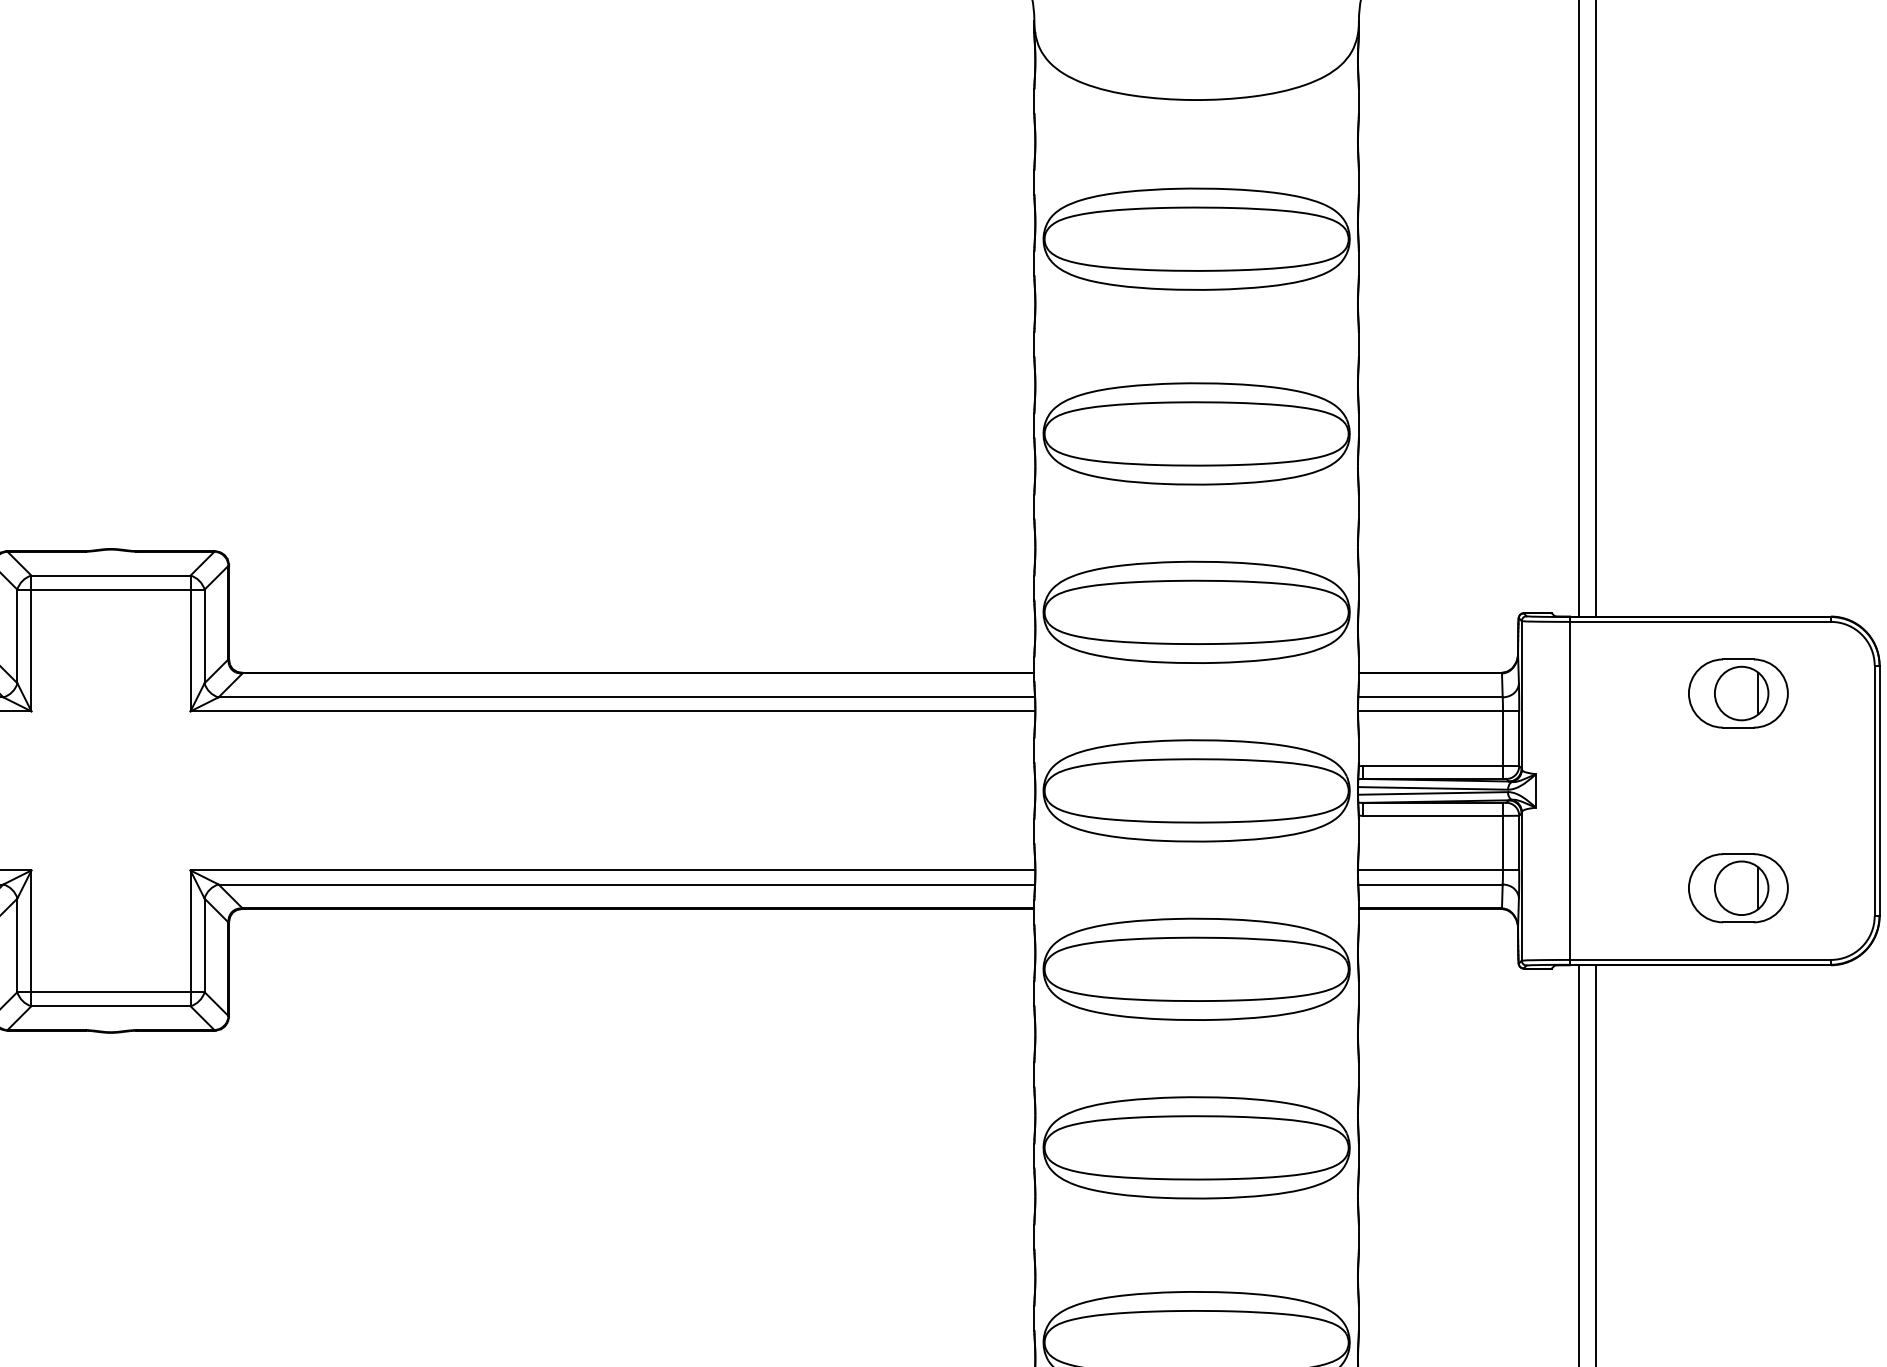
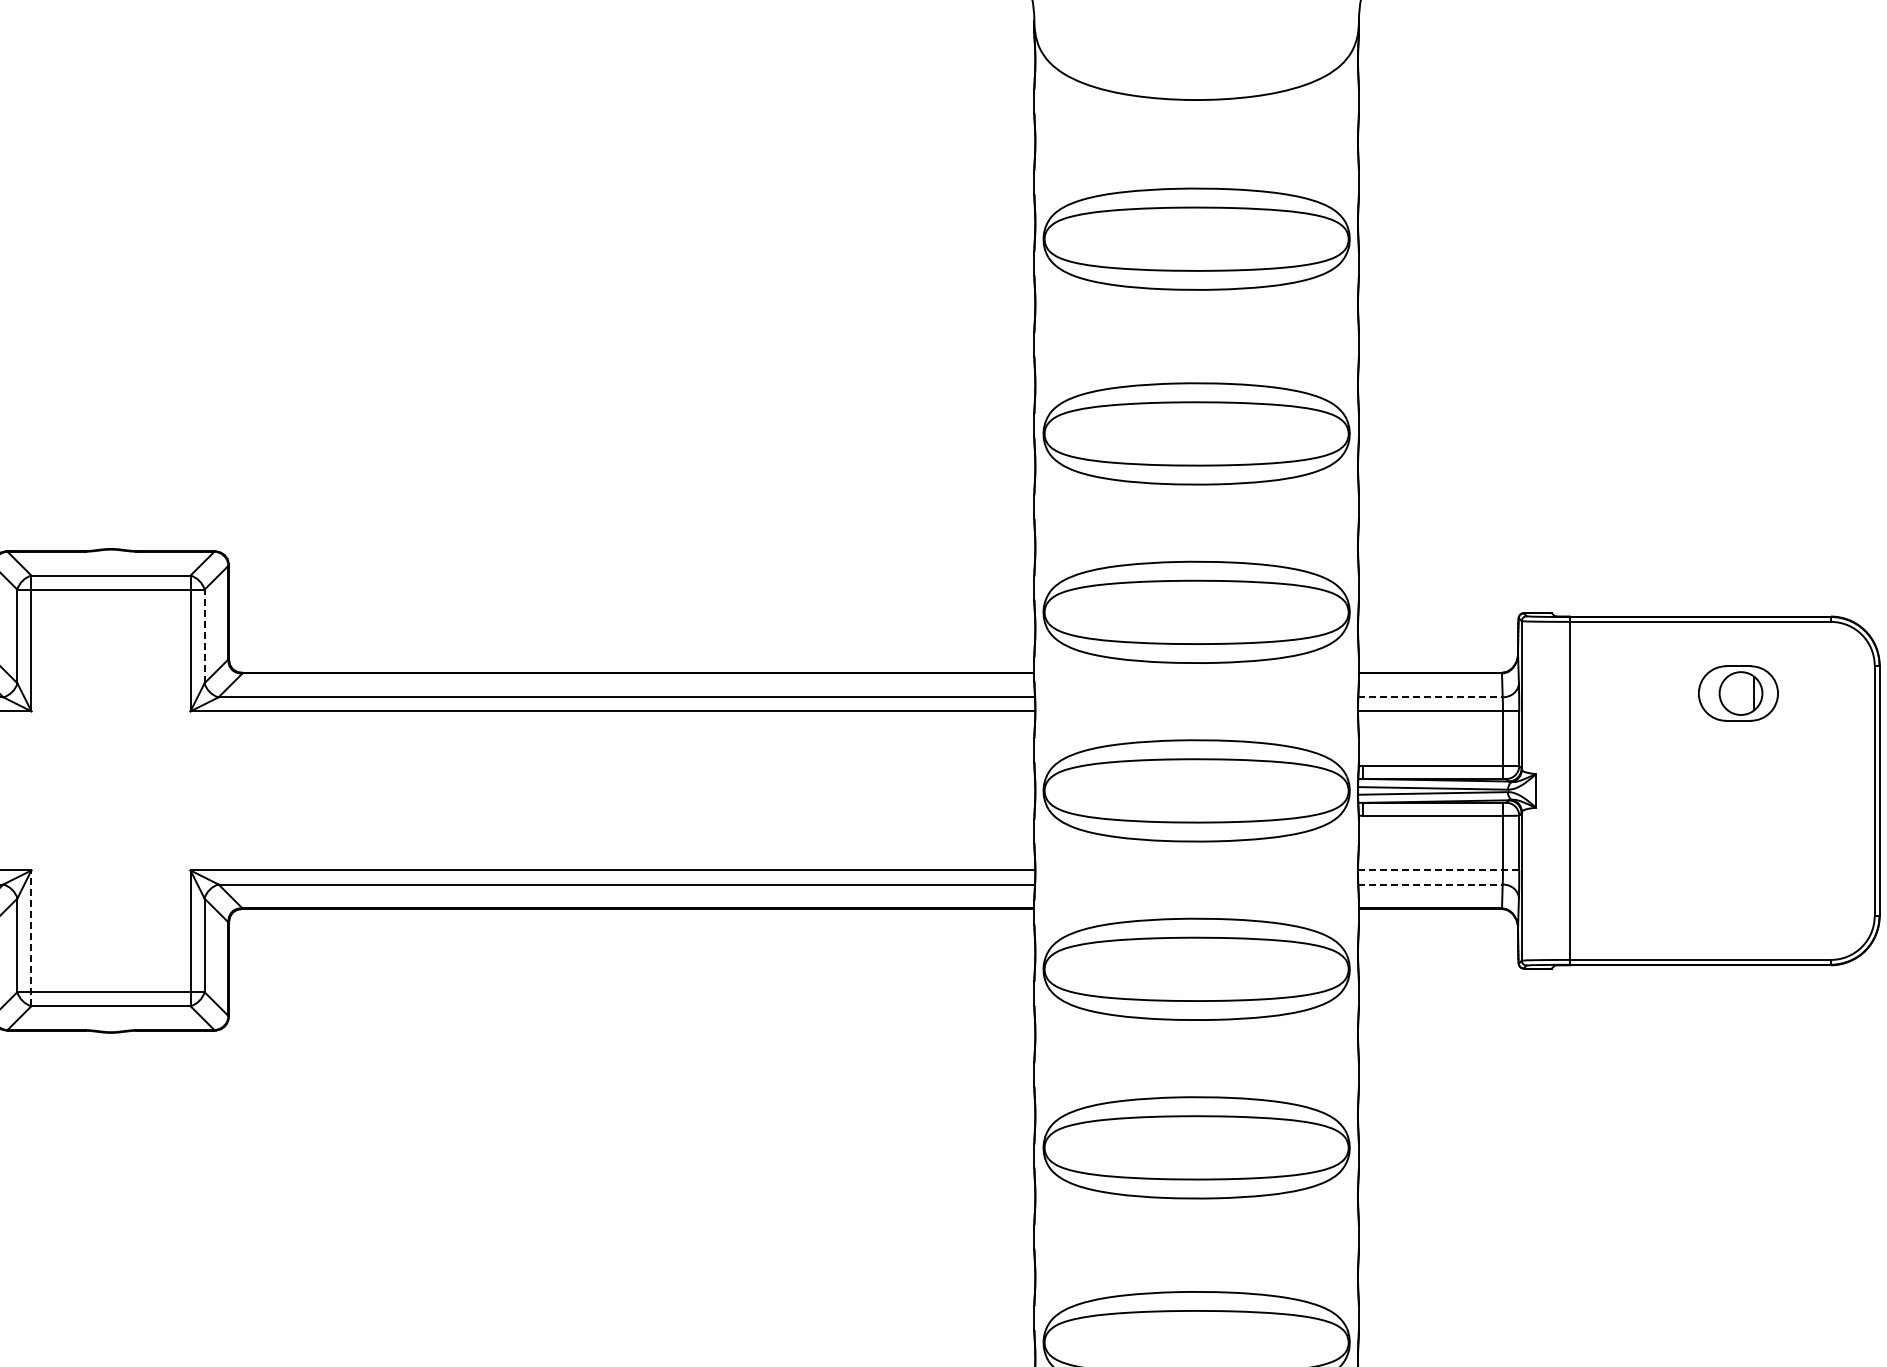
line at (1579, 309): present -> none
line at (1595, 309): present -> none
line at (204, 636): solid -> dashed
part at (1738, 693) size: 101x71 px -> 81x57 px
line at (1430, 697): solid -> dashed
line at (1438, 870): solid -> dashed
line at (1430, 884): solid -> dashed
part at (1738, 888): present -> none
line at (31, 938): solid -> dashed
line at (1579, 1164): present -> none
line at (1595, 1164): present -> none
